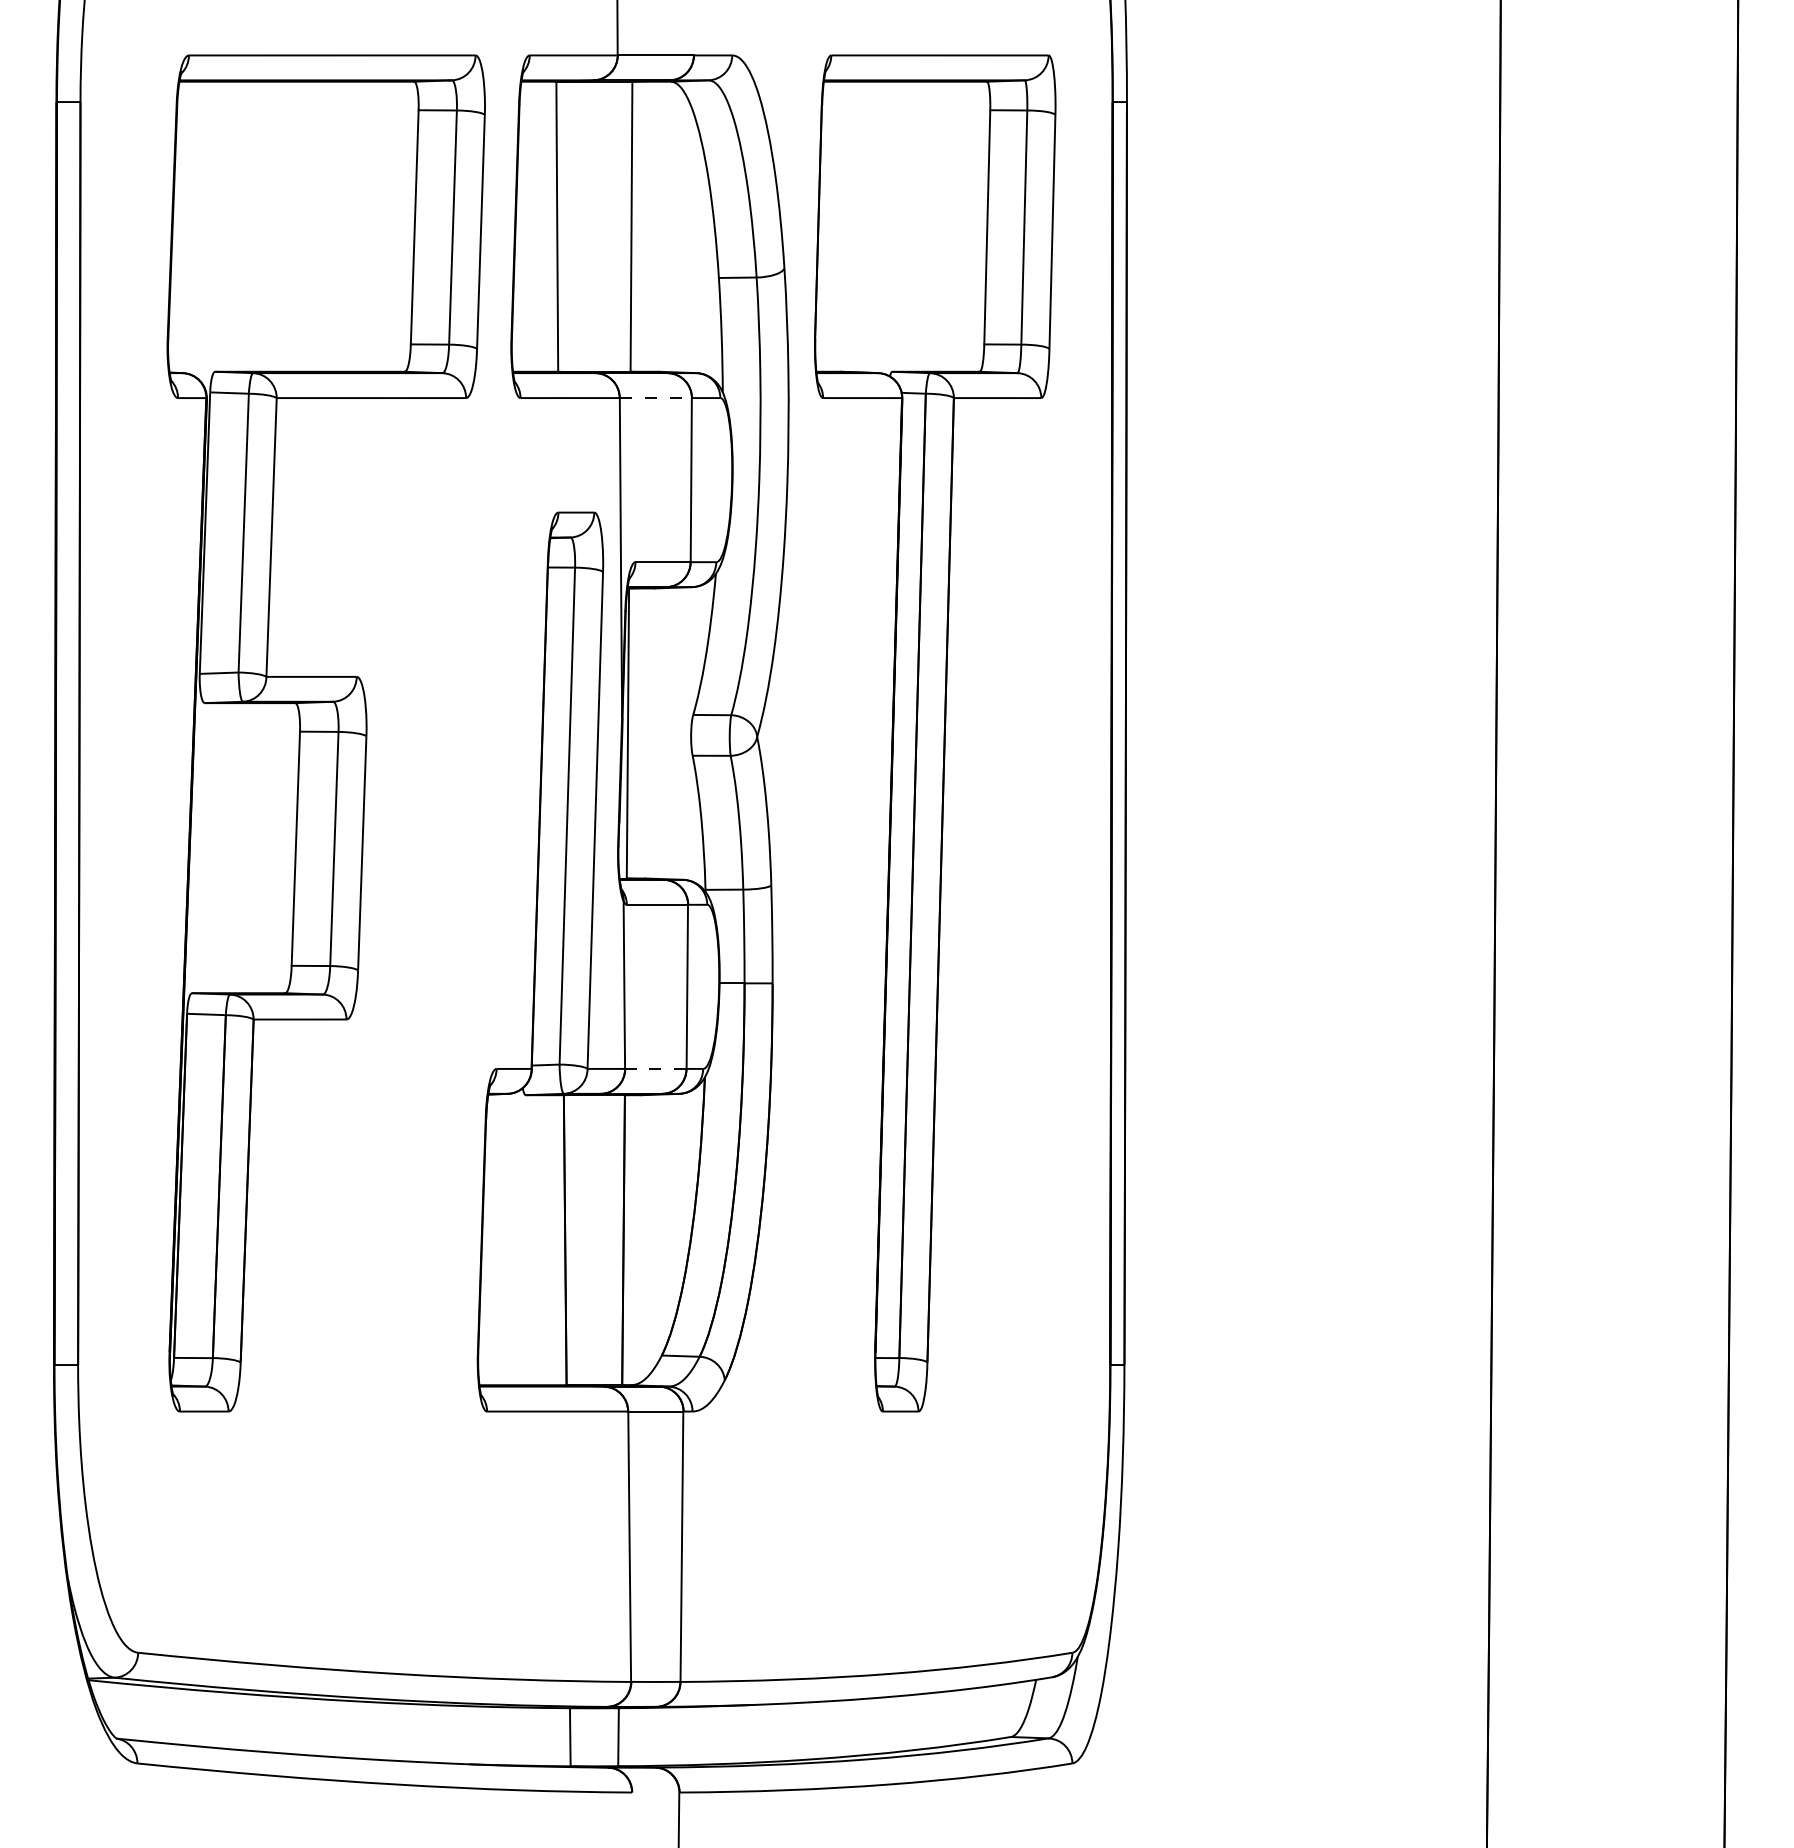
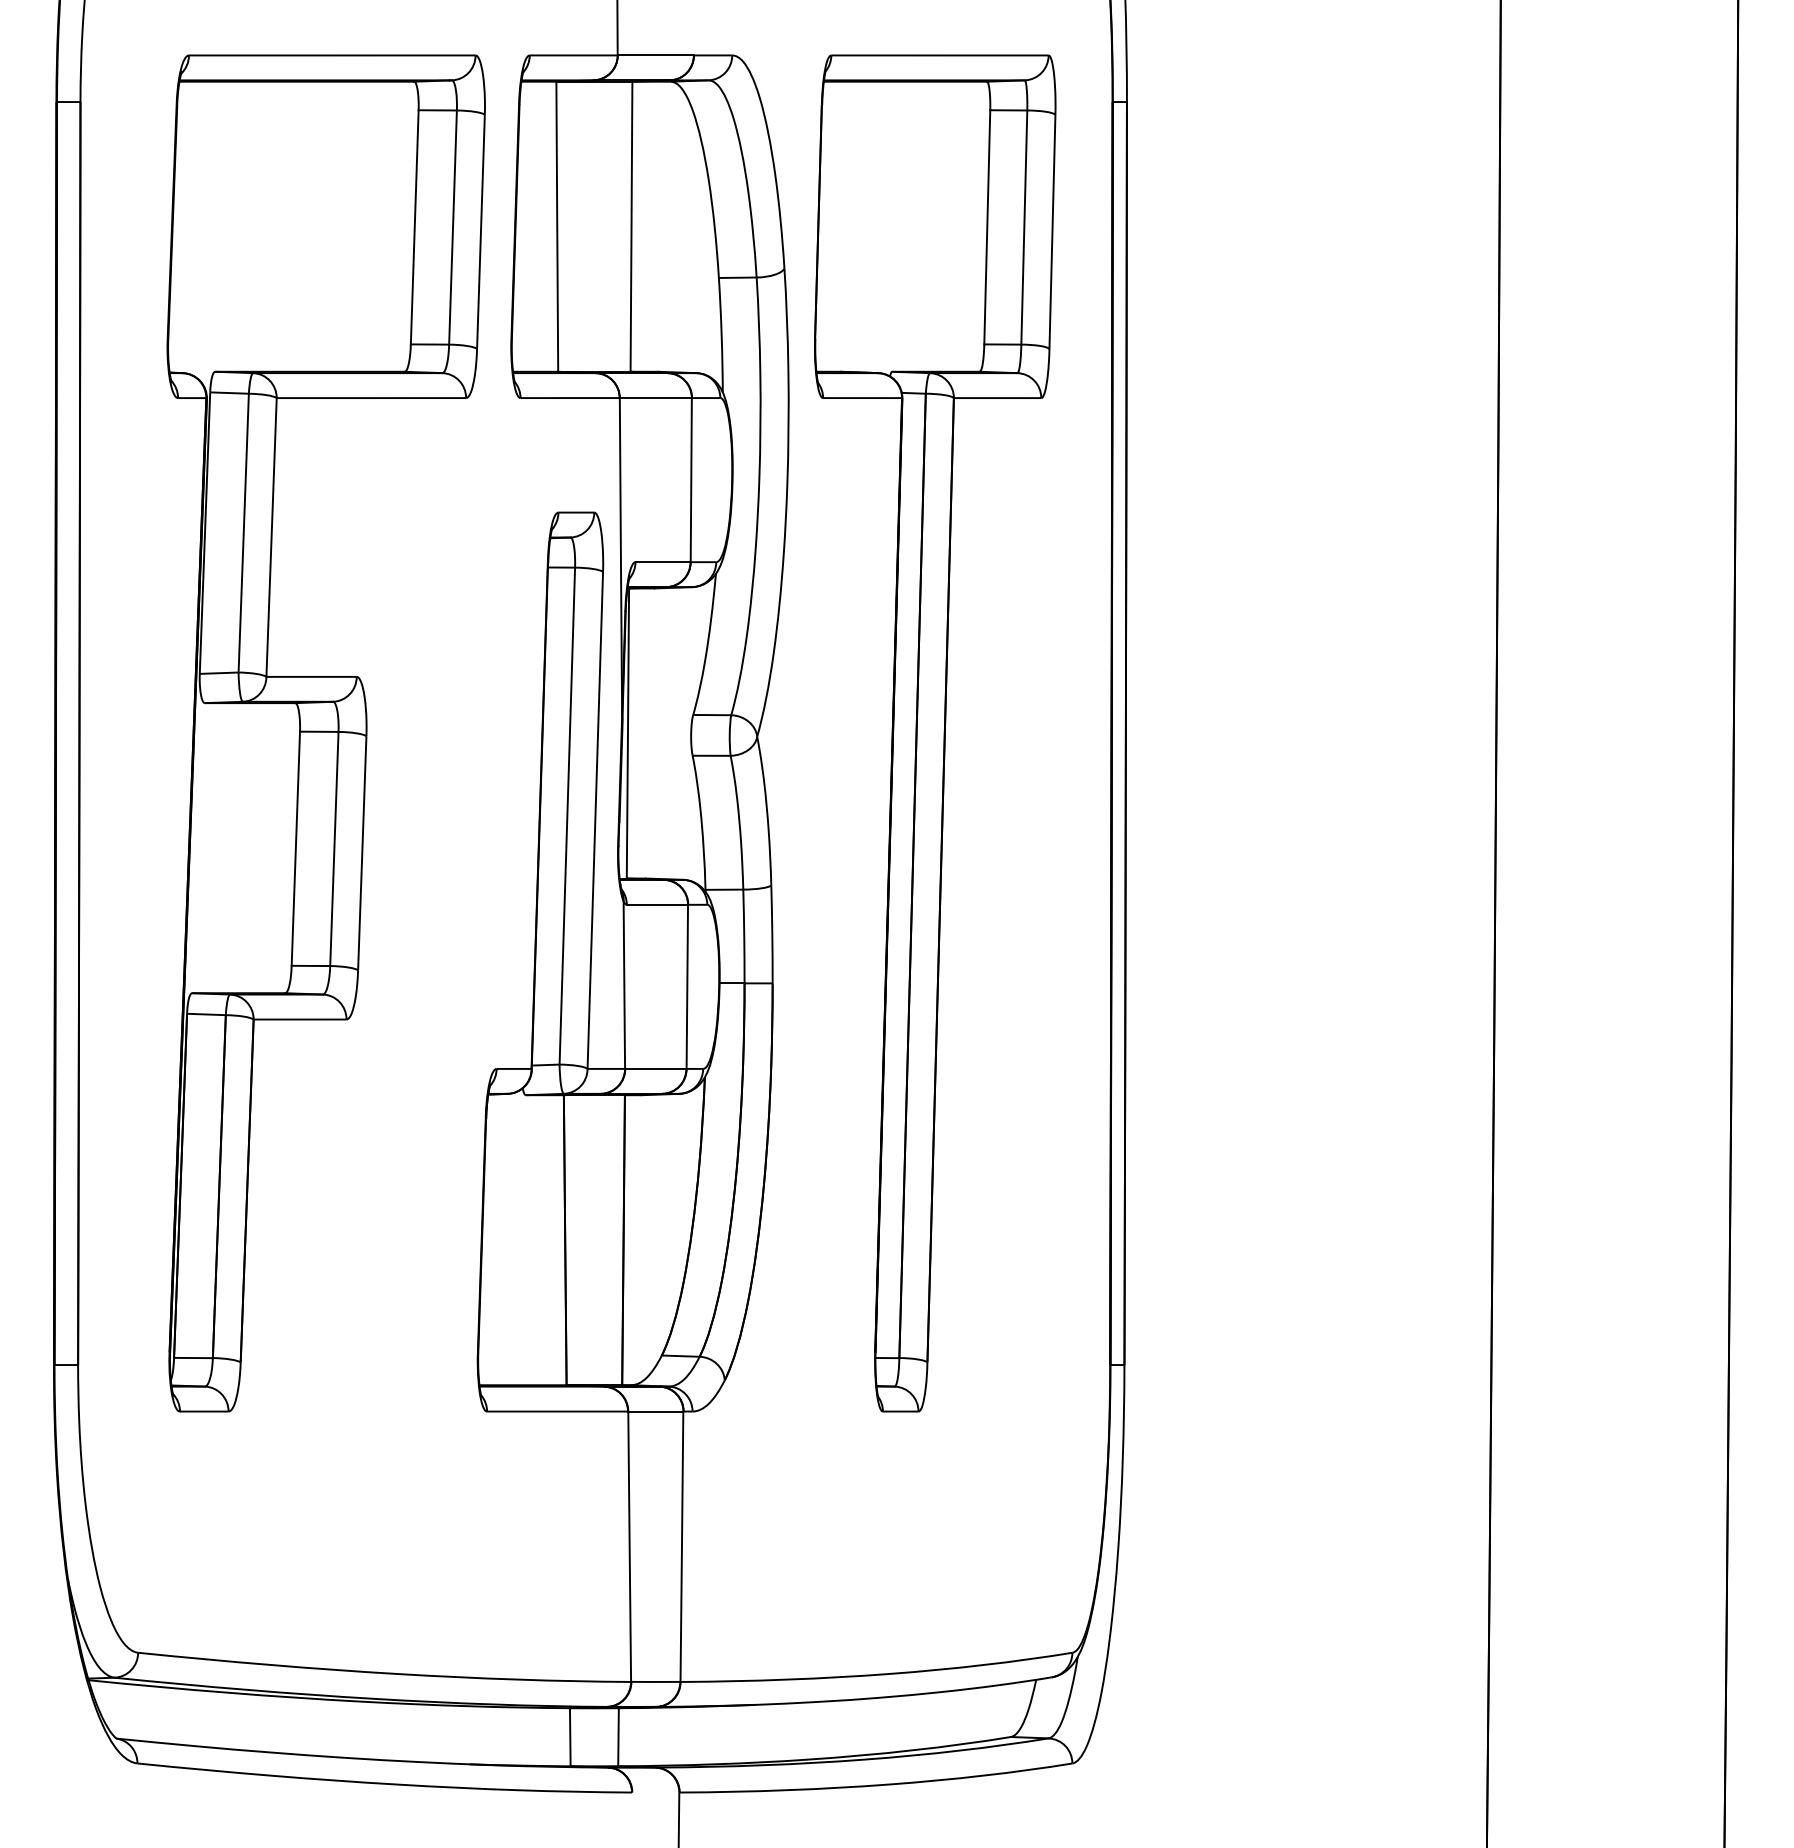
line at (656, 398): dashed -> solid
line at (655, 1068): dashed -> solid
